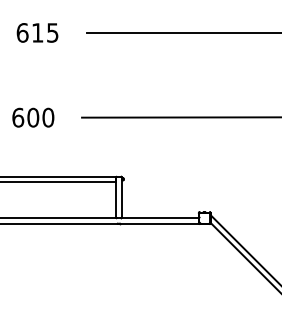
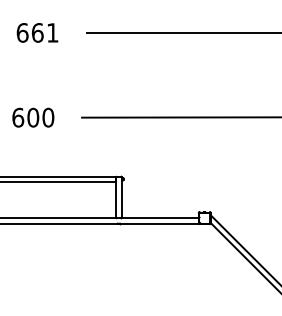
text at (45, 32): 615 -> 661
